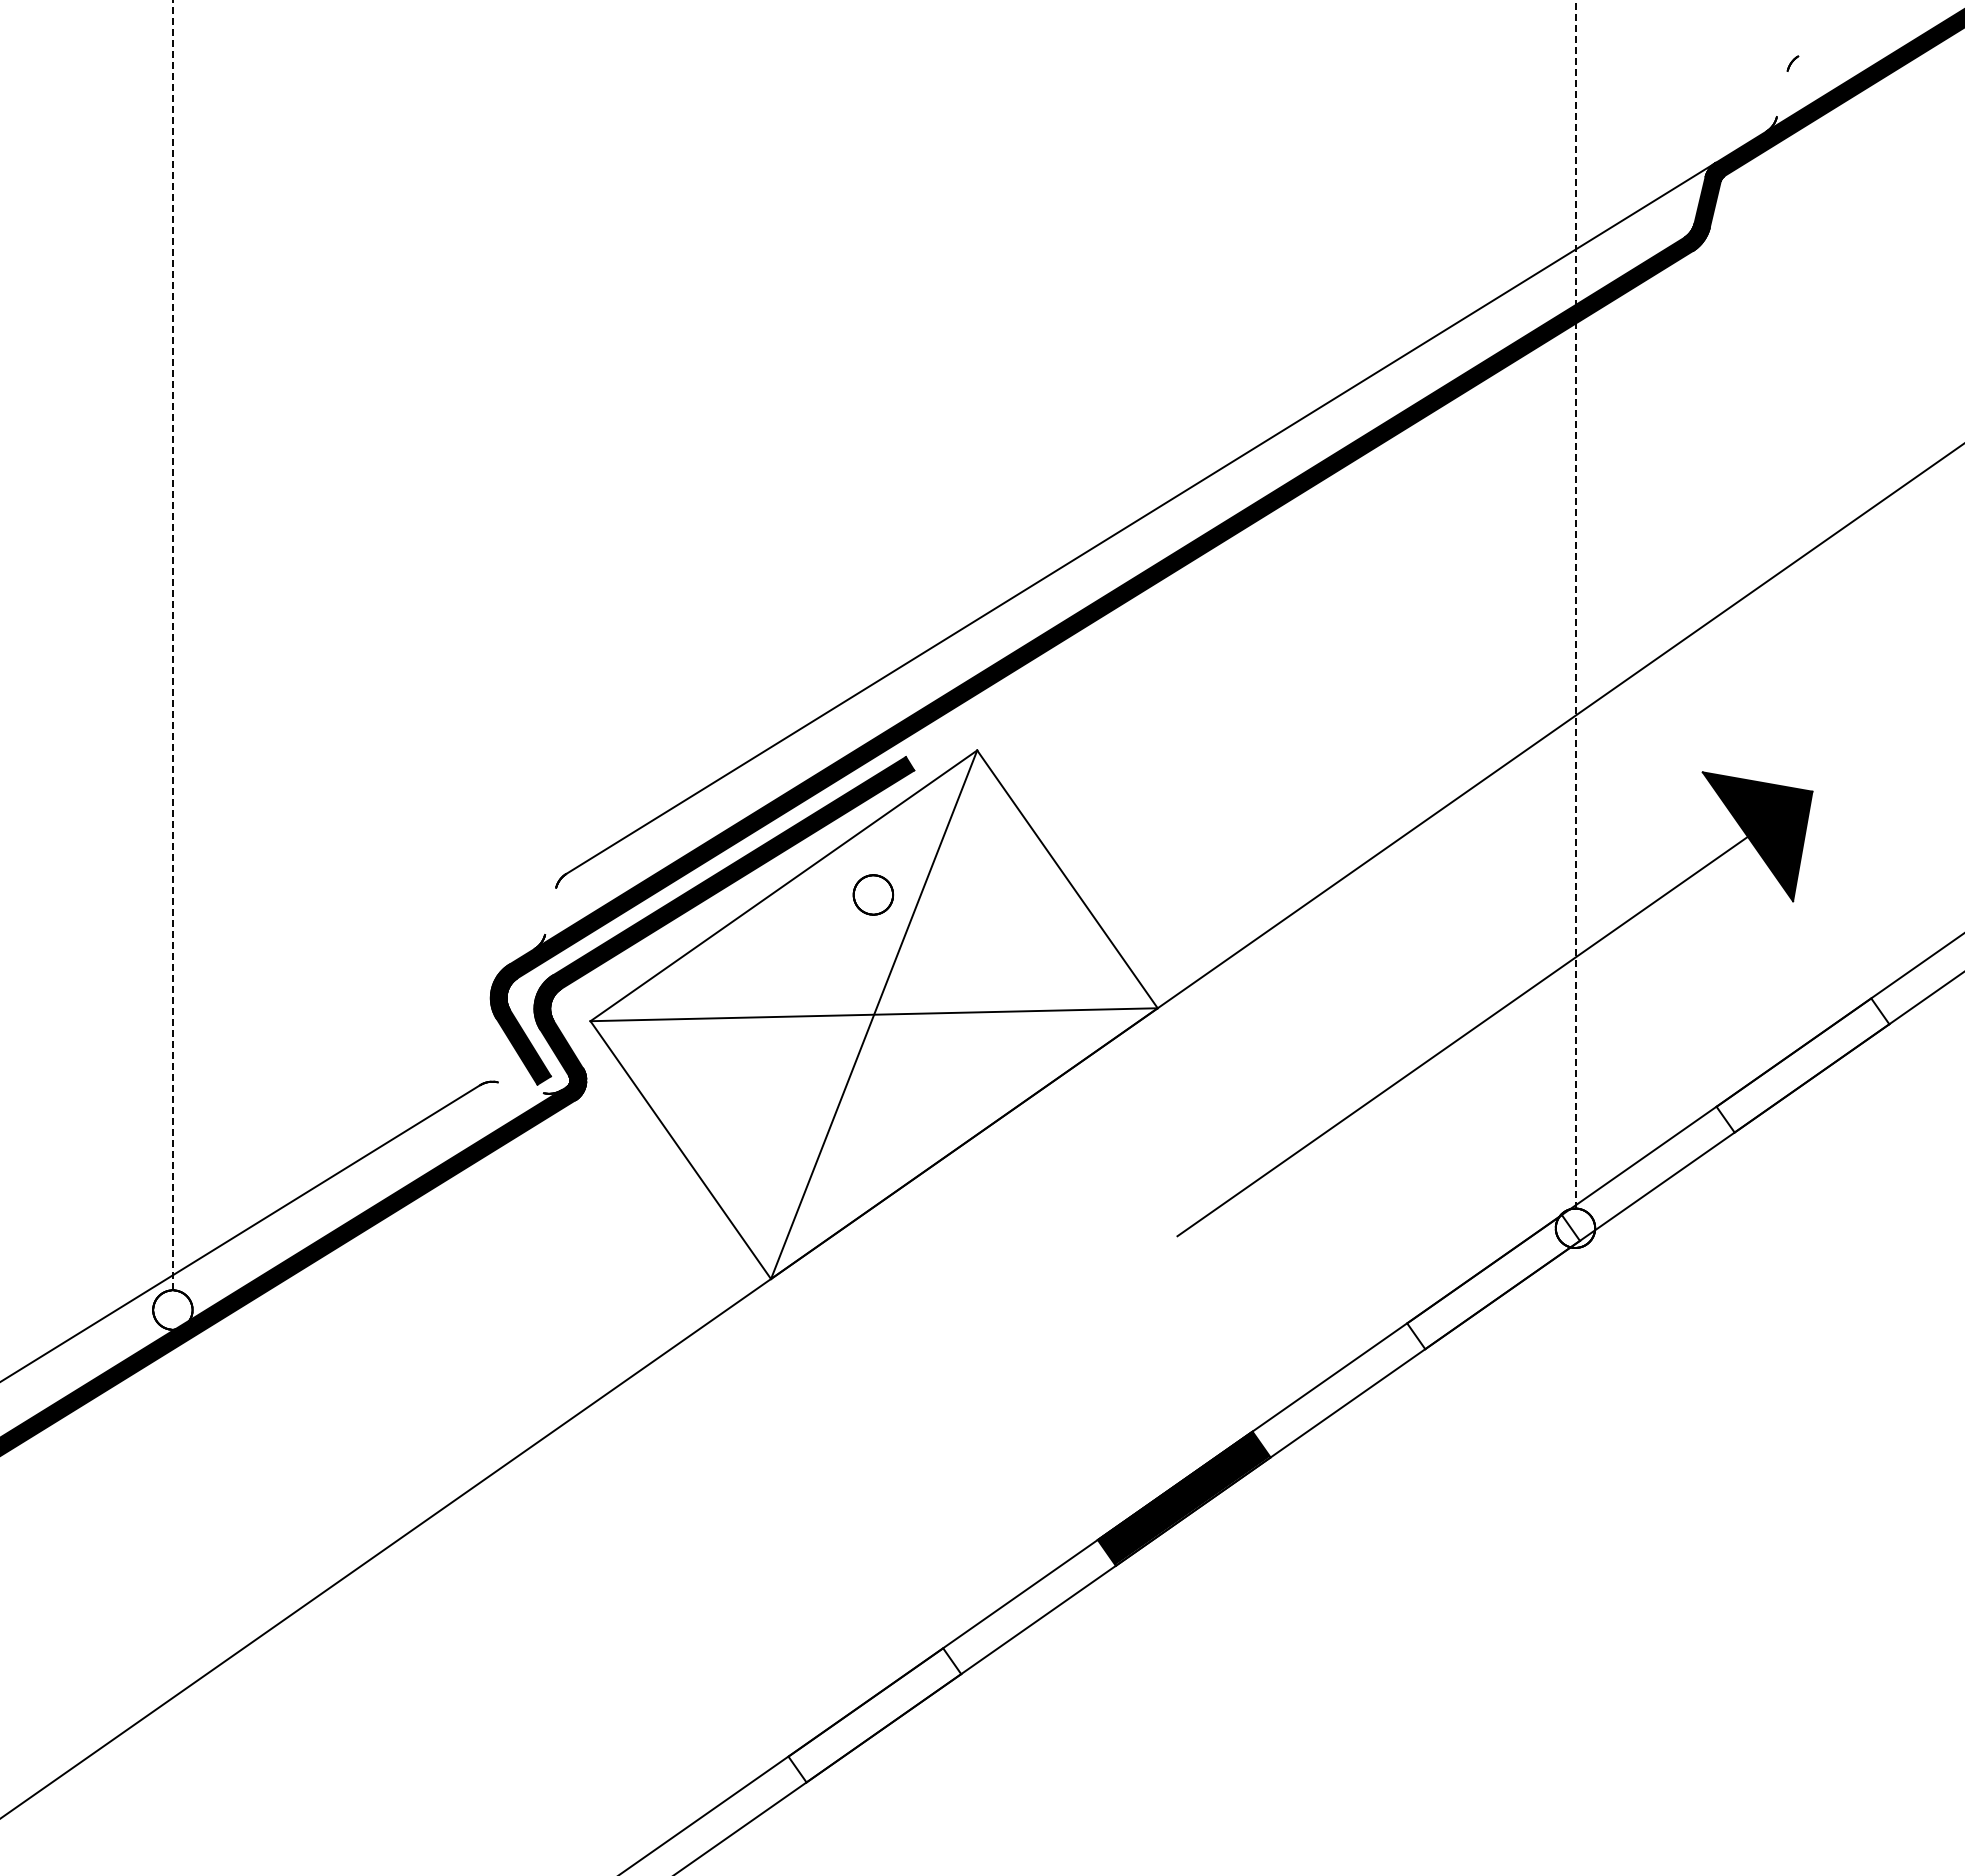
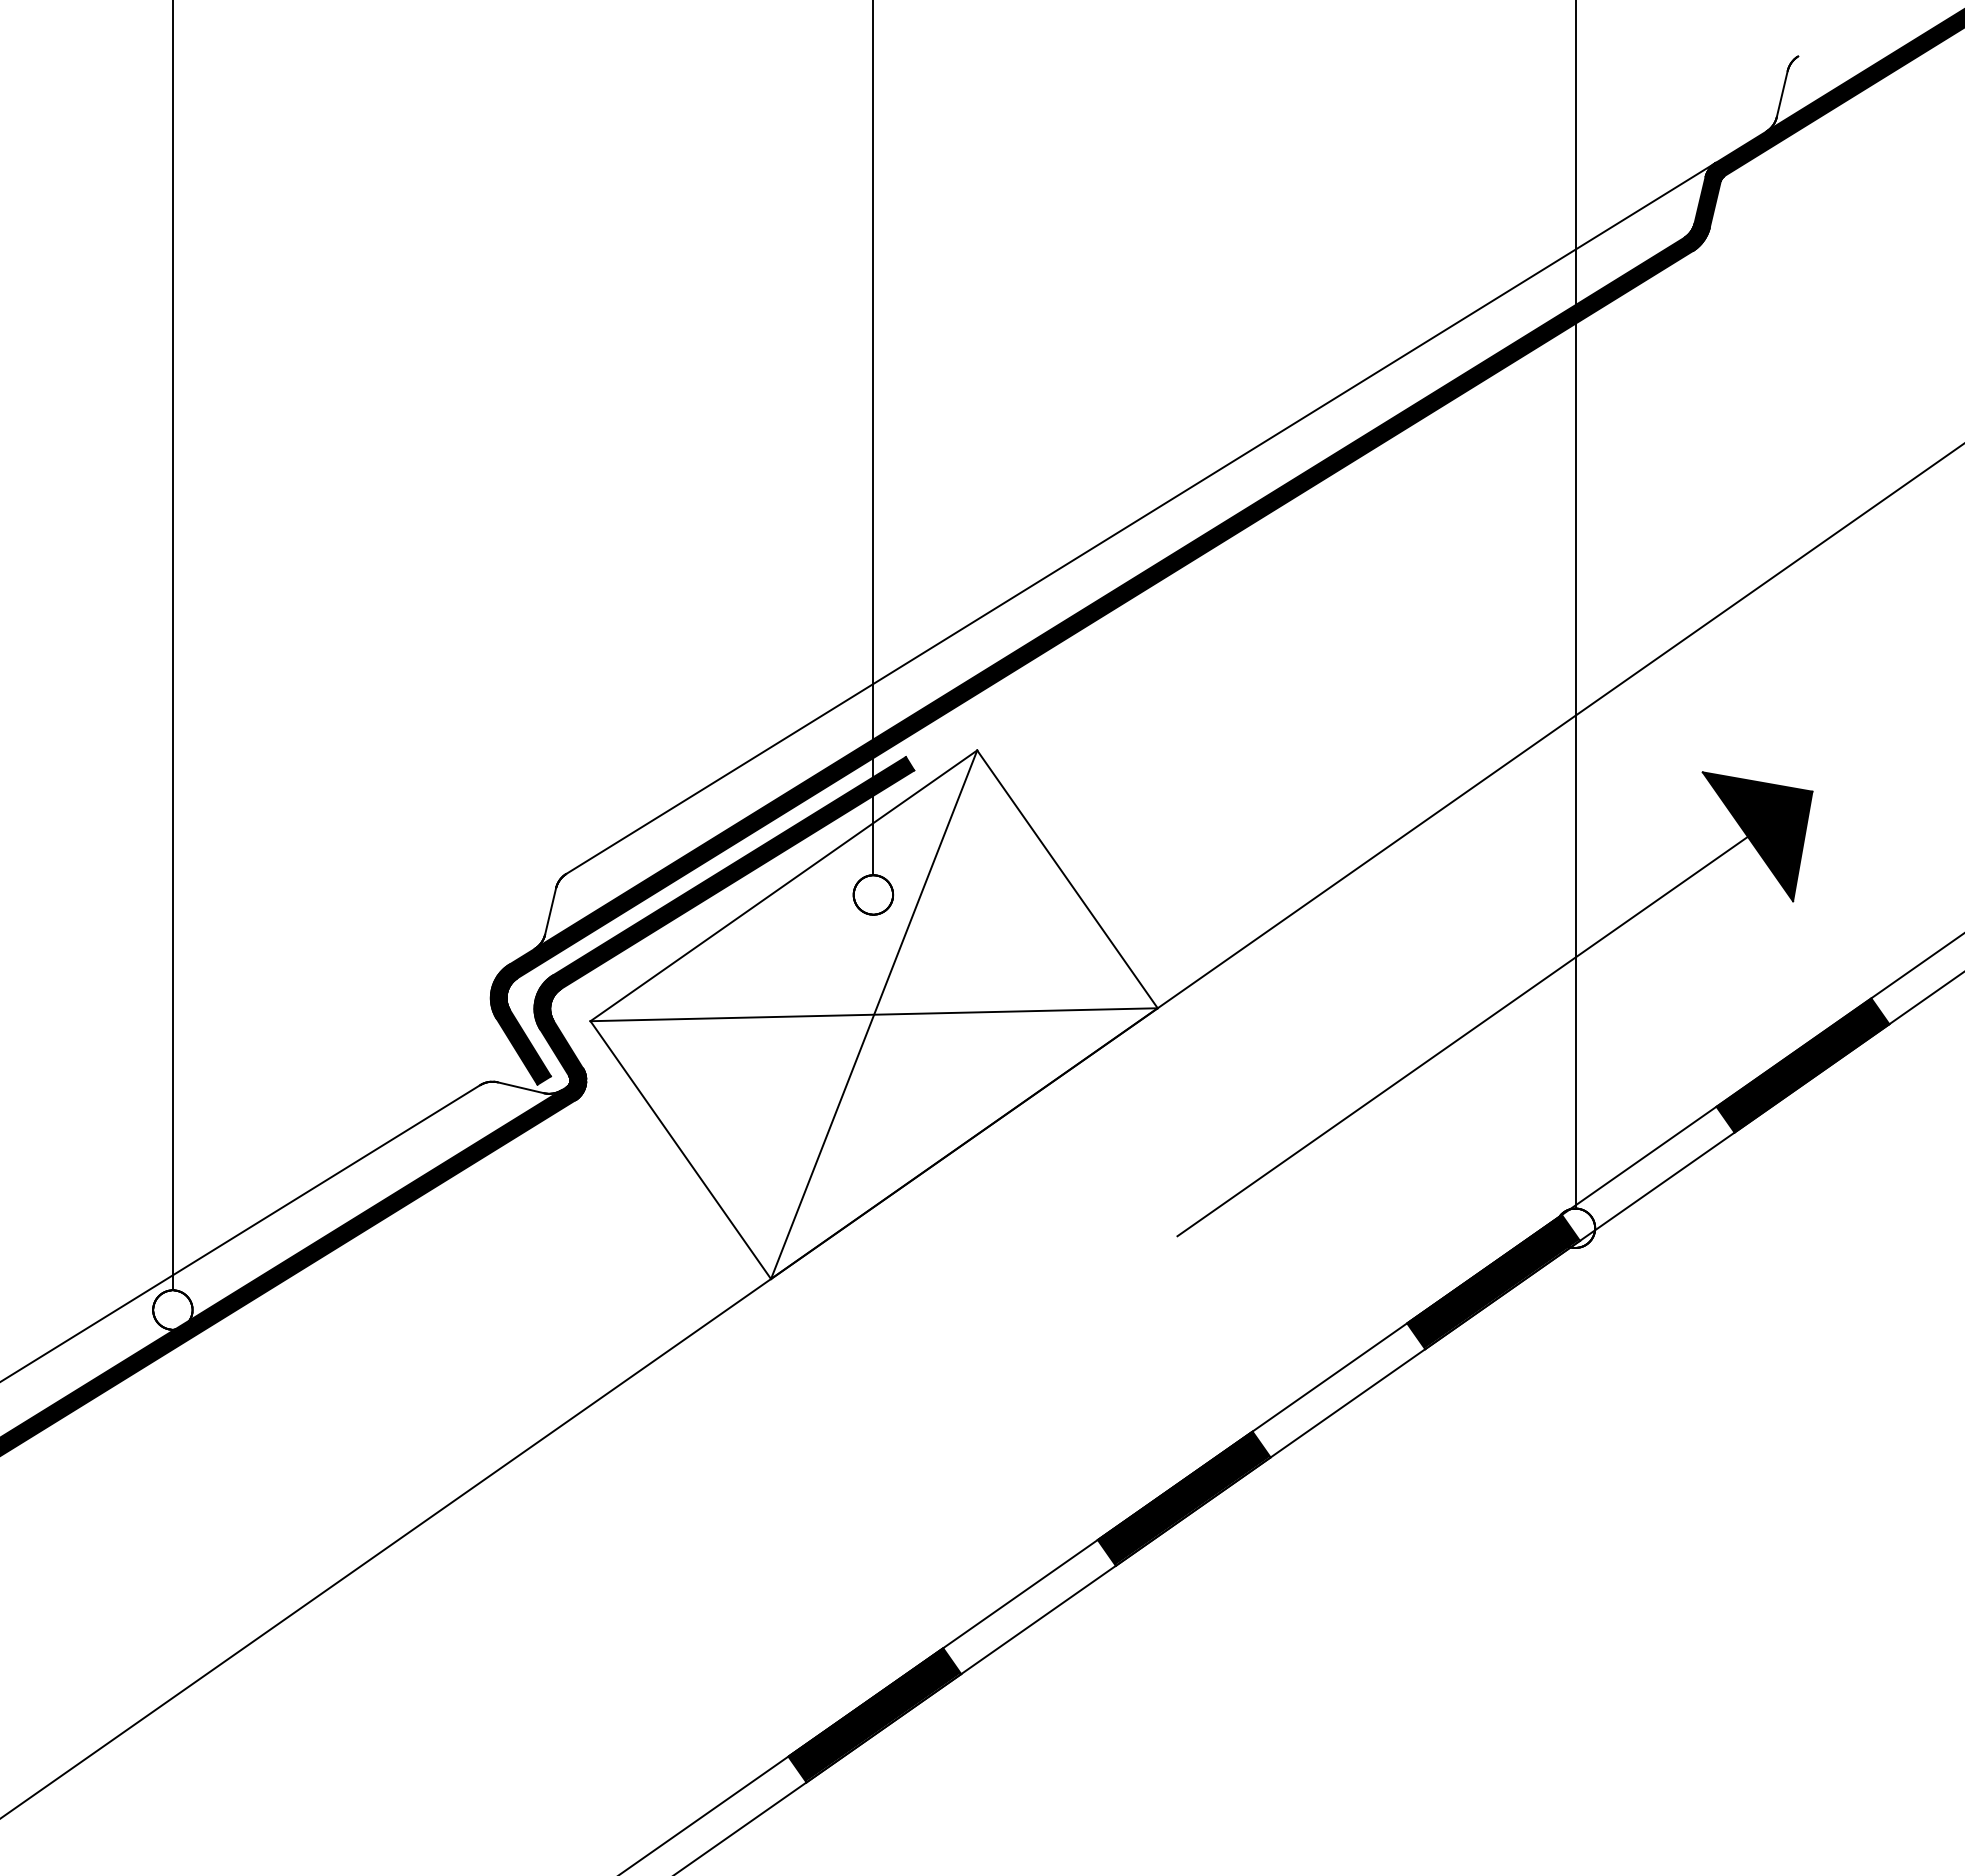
line at (1781, 93): none -> present
line at (873, 438): none -> present
line at (1575, 604): dashed -> solid
line at (172, 645): dashed -> solid
line at (550, 910): none -> present
fill at (1802, 1065): none -> present
line at (520, 1087): none -> present
fill at (1492, 1281): none -> present
fill at (873, 1714): none -> present
